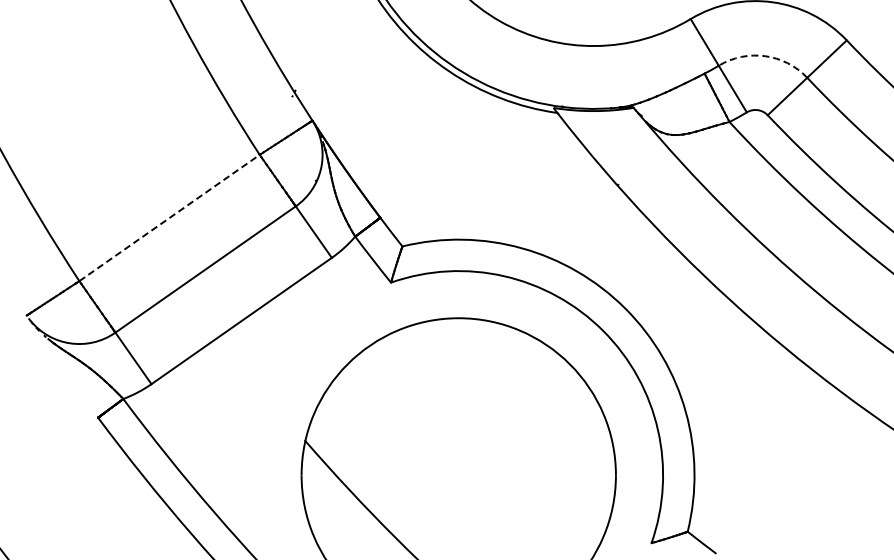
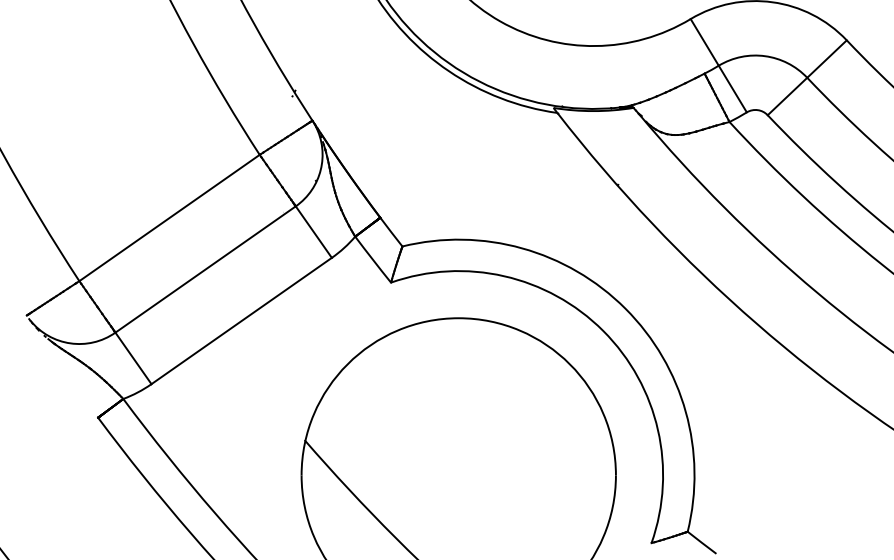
arc at (765, 56): dashed -> solid
line at (169, 217): dashed -> solid
